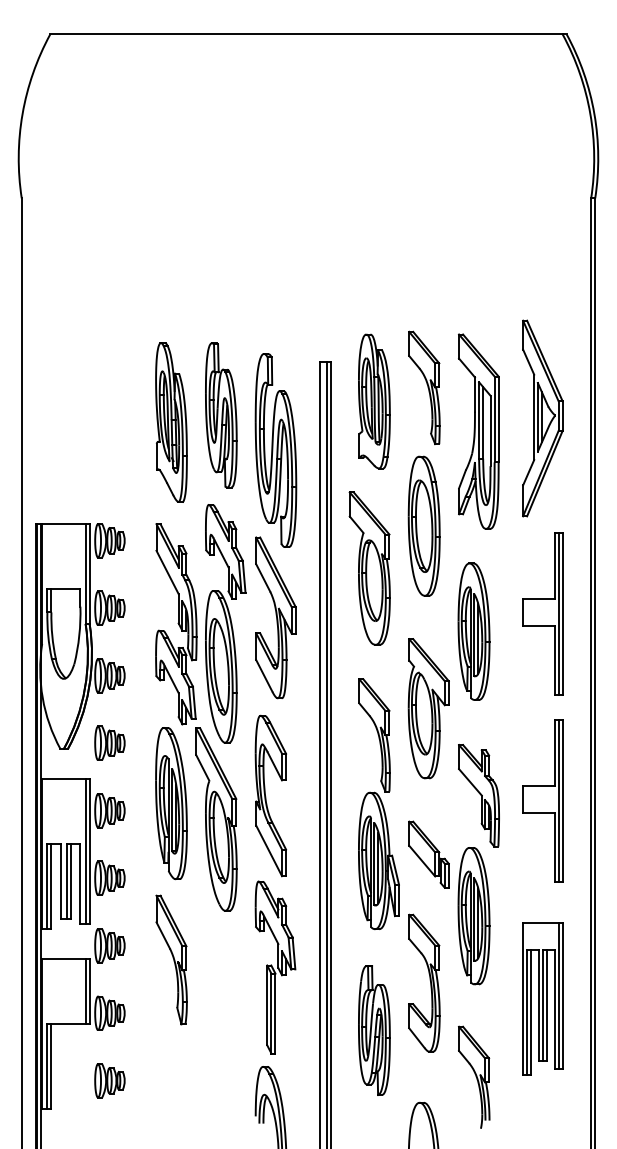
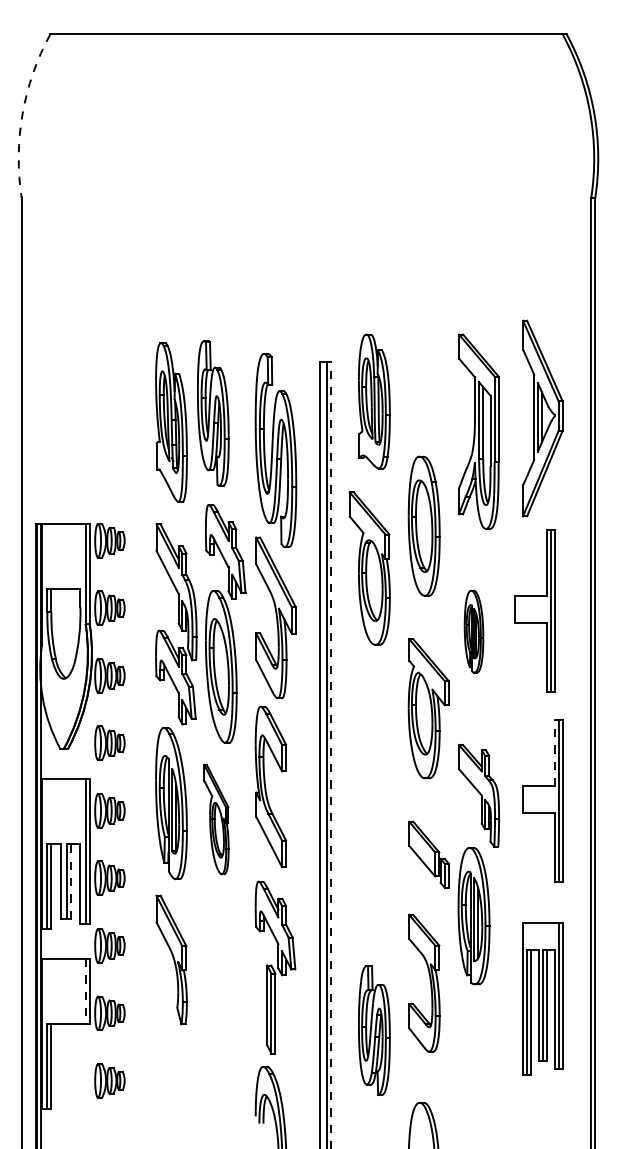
arc at (22, 114): solid -> dashed
part at (424, 387): present -> none
part at (221, 415) position: (221, 415) -> (213, 413)
part at (542, 613) position: (542, 613) -> (534, 610)
part at (473, 631) size: 34x139 px -> 22x85 px
line at (554, 752): solid -> dashed
line at (331, 755): solid -> dashed
part at (270, 795) position: (270, 795) -> (270, 786)
part at (378, 804): present -> none
part at (216, 819) size: 43x185 px -> 27x113 px
line at (71, 881): solid -> dashed
line at (85, 991): solid -> dashed
part at (474, 1076): present -> none
